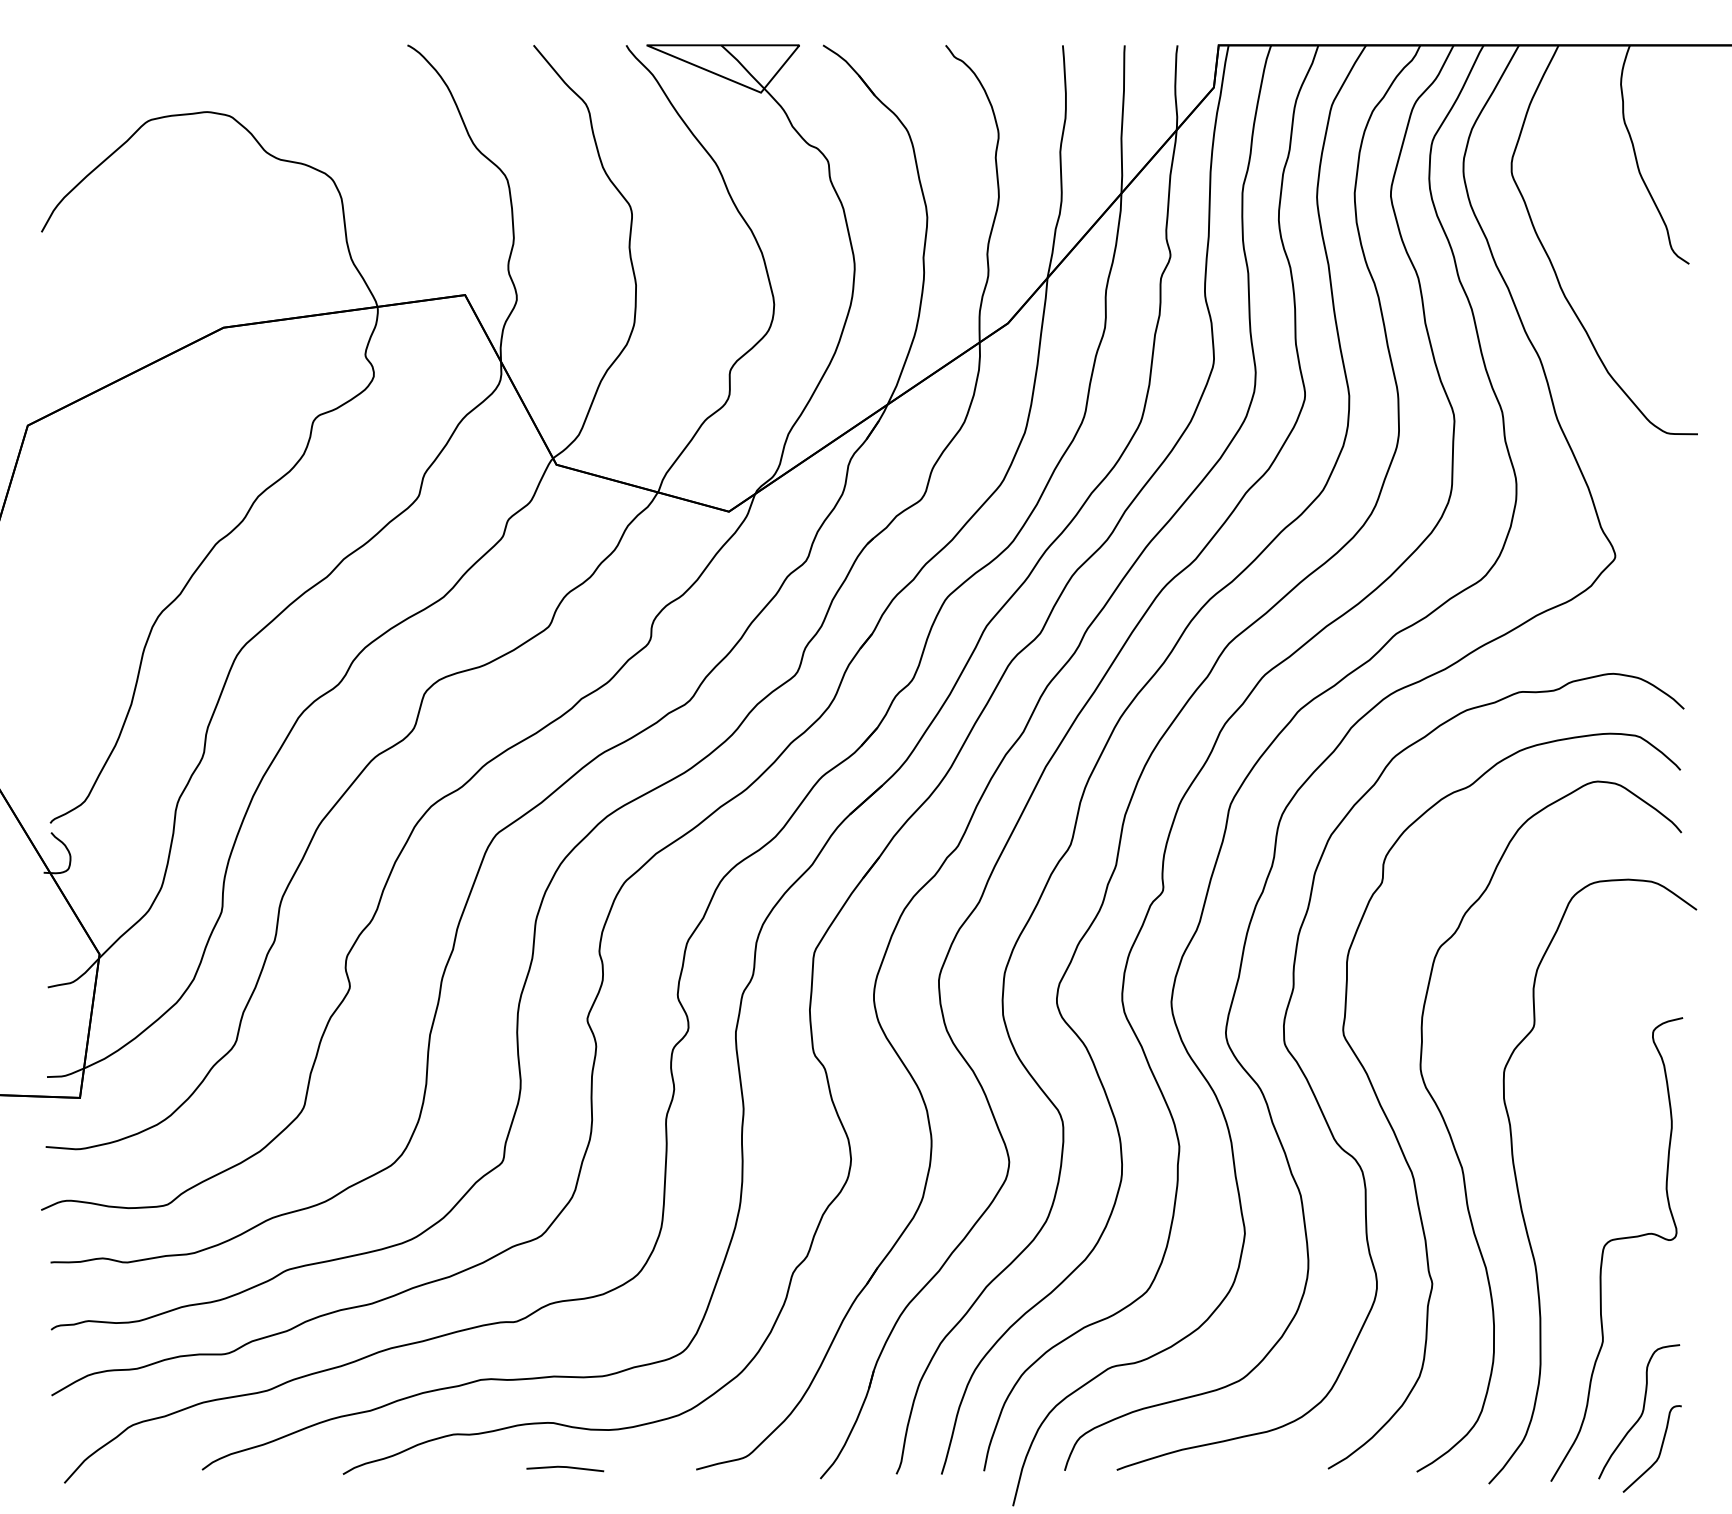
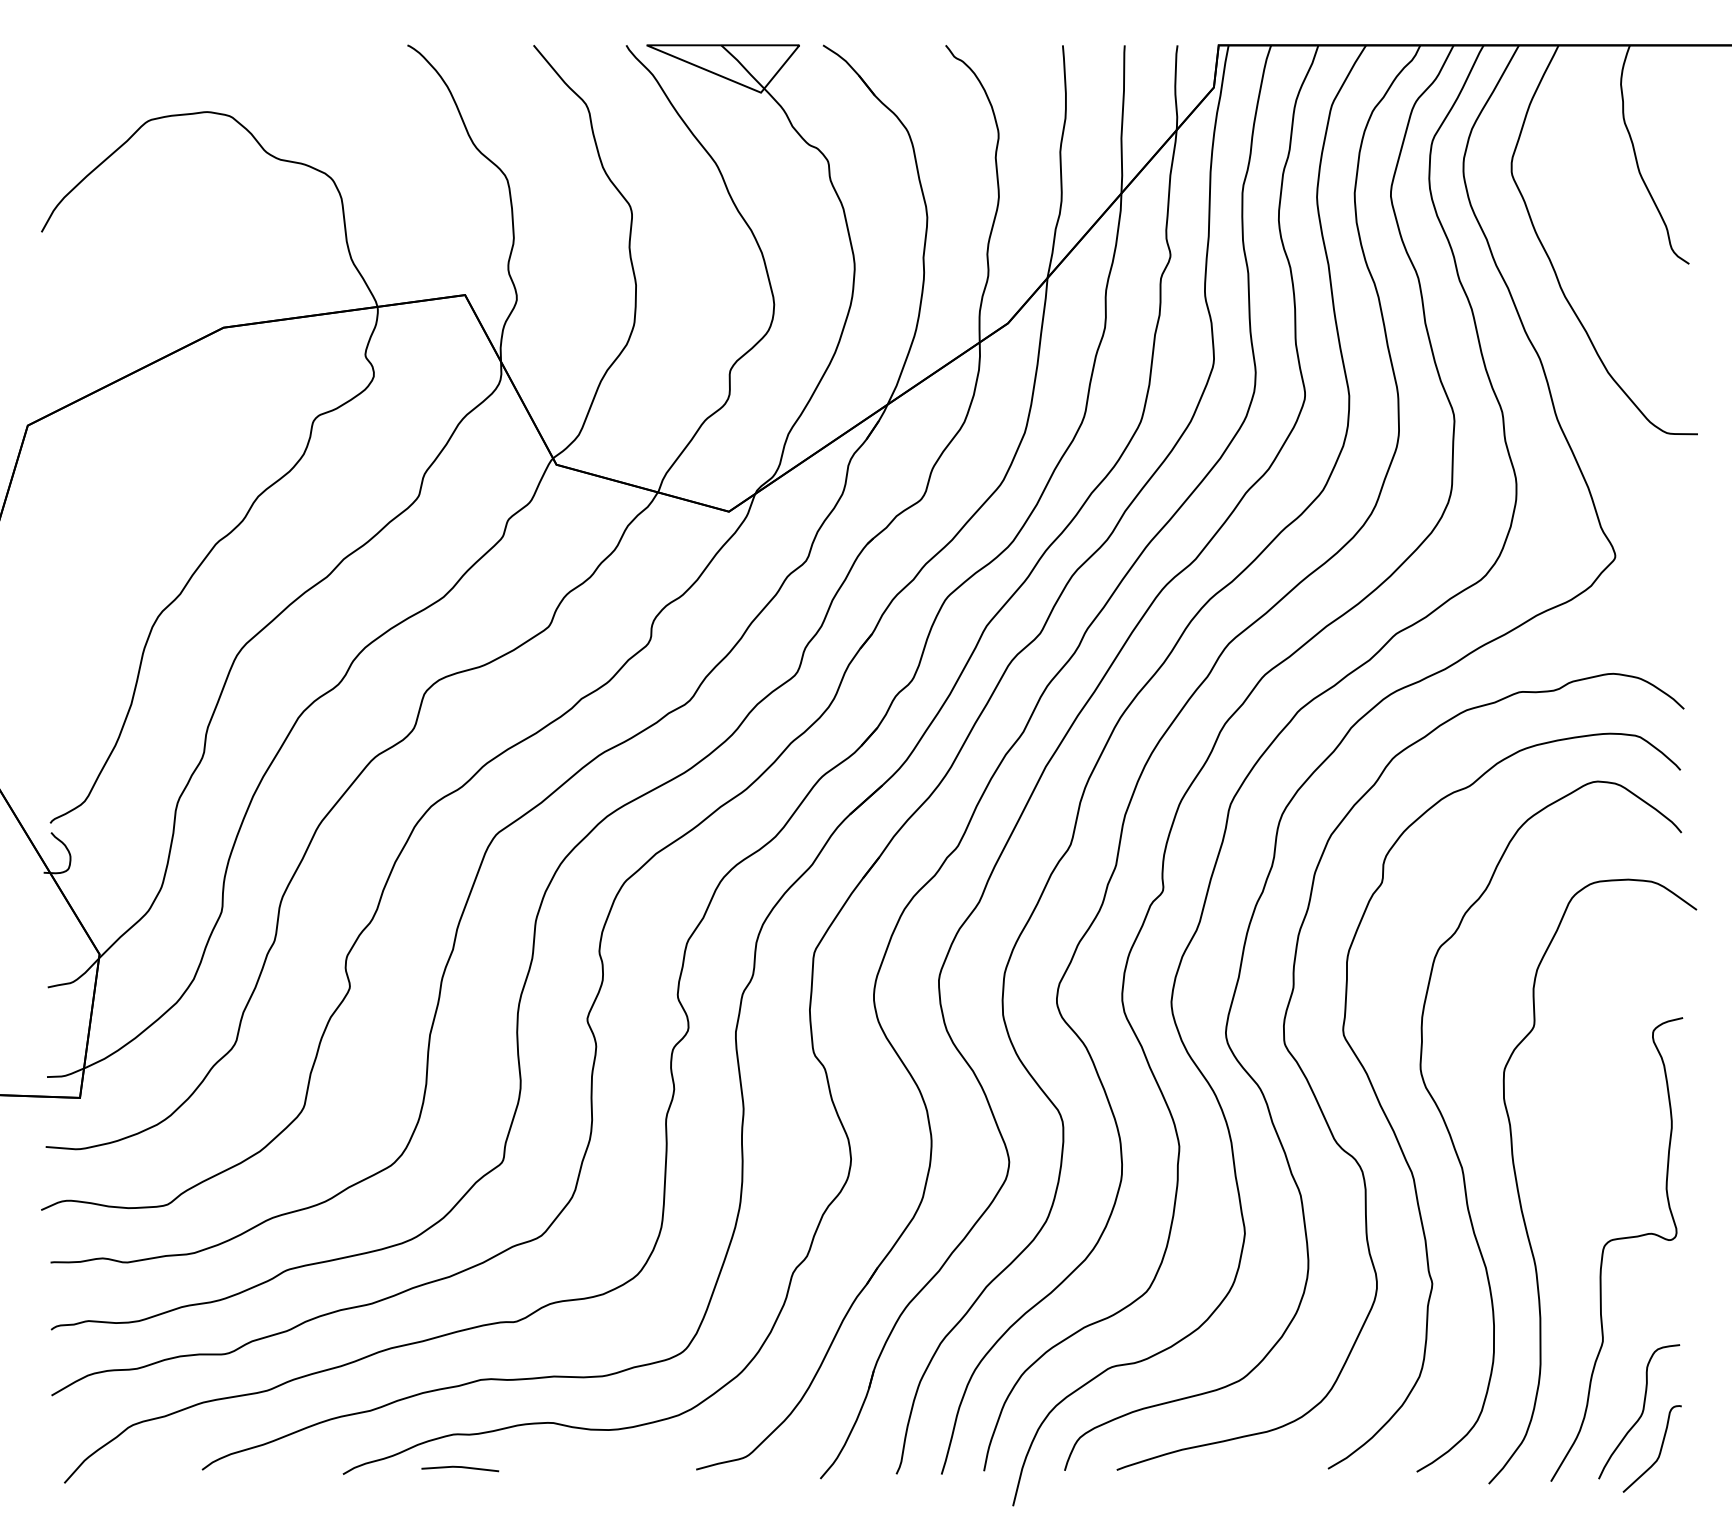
line at (565, 1467) position: (565, 1467) -> (460, 1467)
